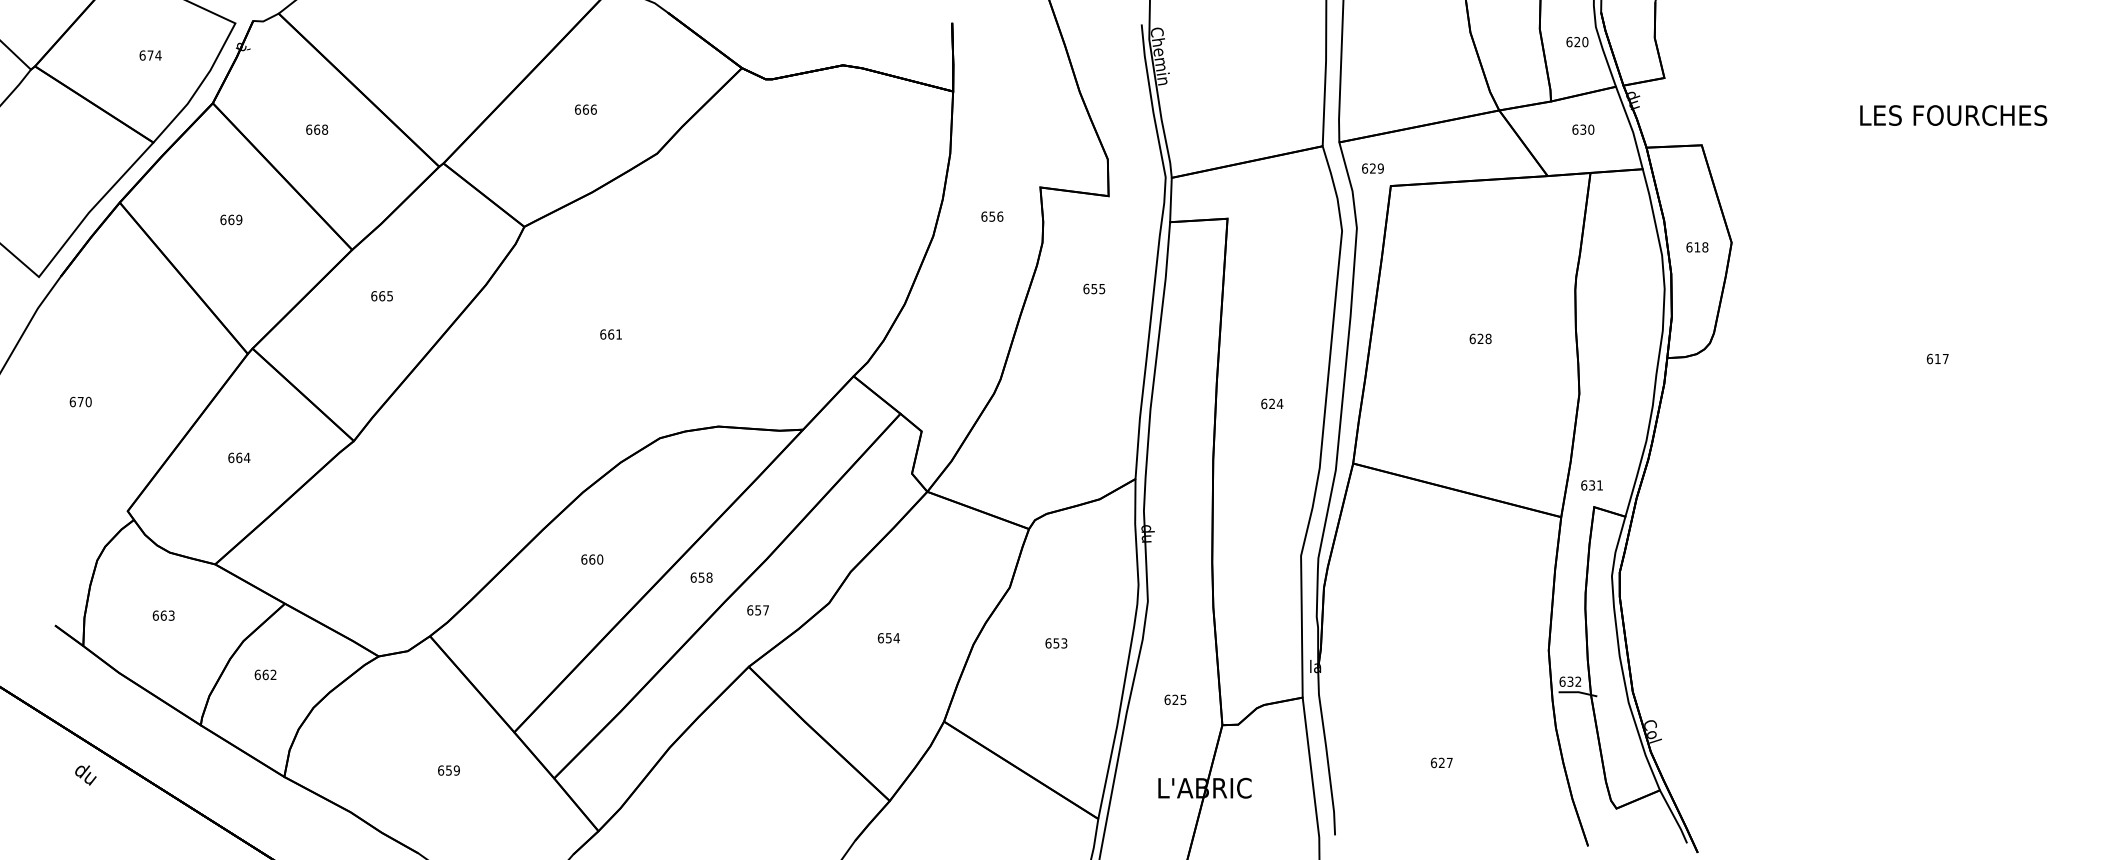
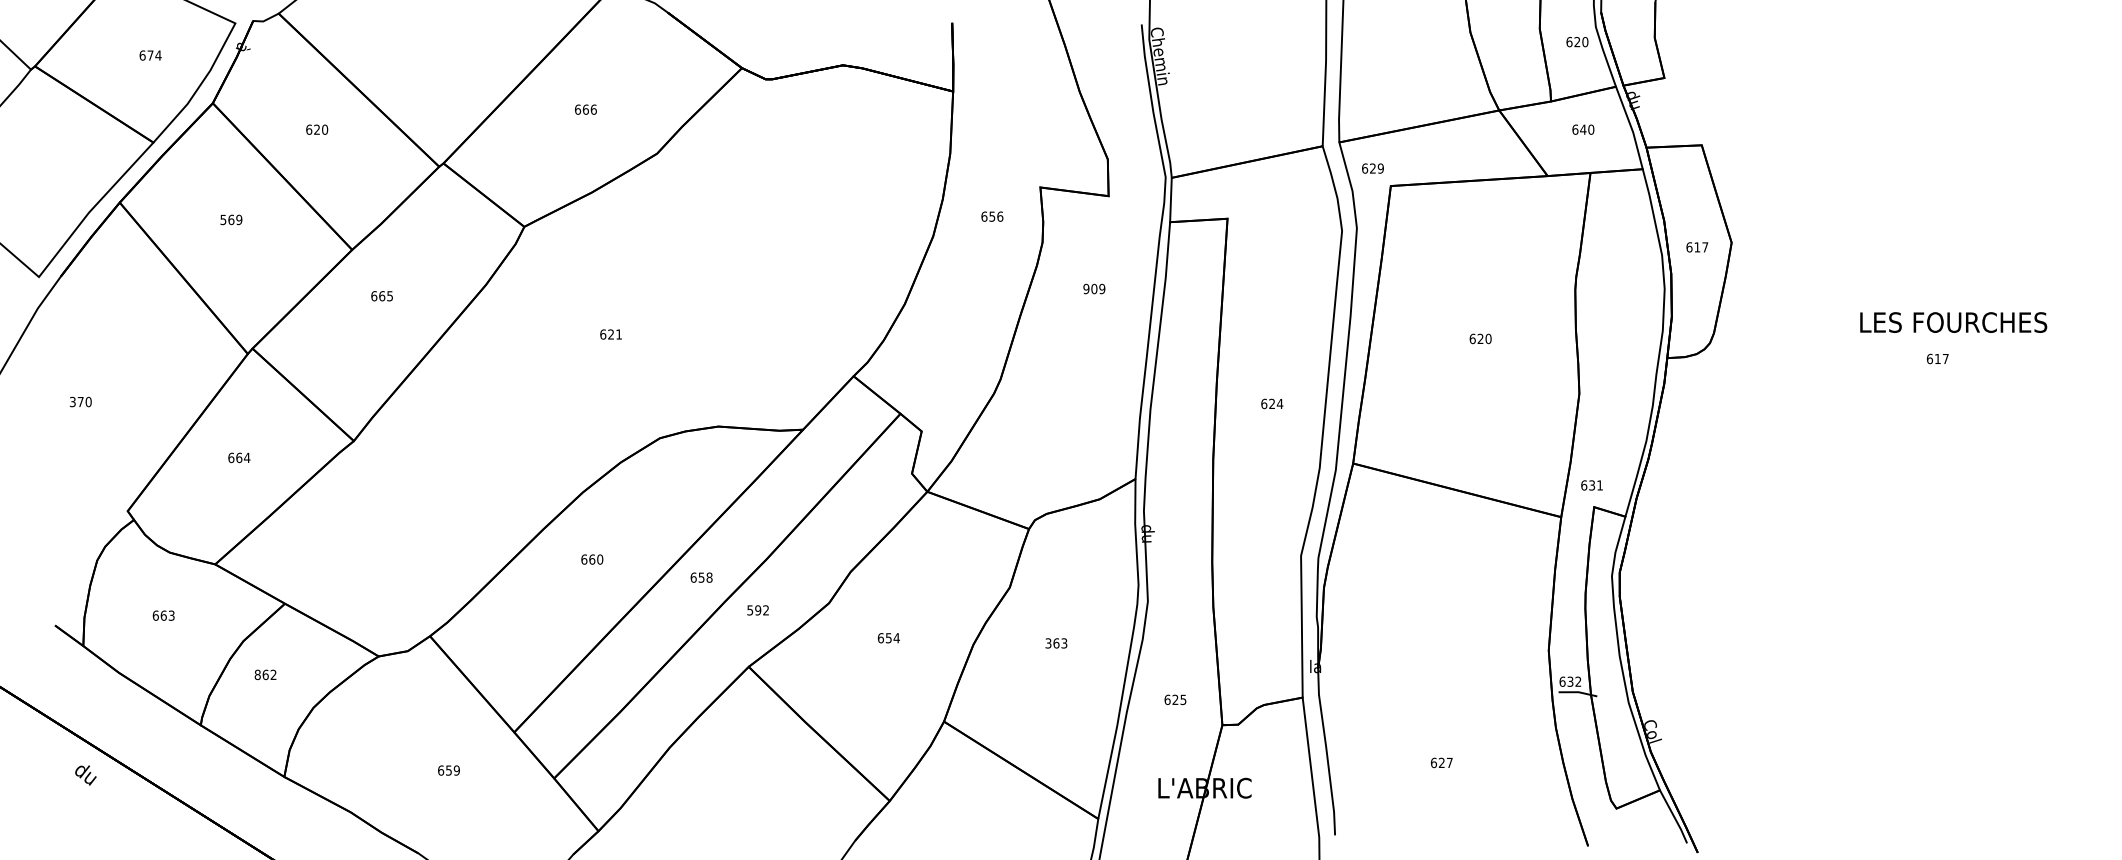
text at (1953, 115) position: (1953, 115) -> (1953, 322)
text at (321, 129): 668 -> 620
text at (1583, 129): 630 -> 640
text at (223, 219): 669 -> 569
text at (1705, 247): 618 -> 617
text at (1094, 288): 655 -> 909
text at (611, 334): 661 -> 621
text at (1488, 338): 628 -> 620
text at (72, 401): 670 -> 370
text at (757, 610): 657 -> 592
text at (1052, 643): 653 -> 363
text at (257, 674): 662 -> 862
